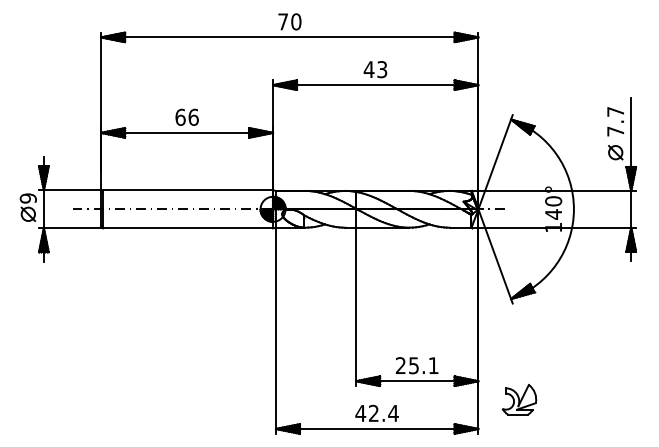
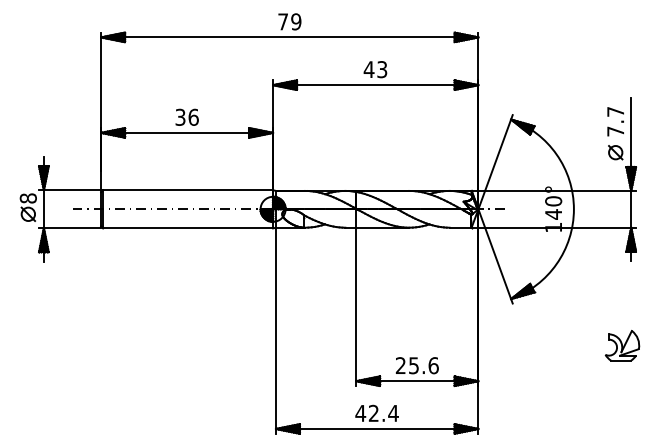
text at (296, 21): 70 -> 79
text at (180, 116): 66 -> 36
text at (28, 198): 9 -> 8
text at (433, 365): 25.1 -> 25.6
part at (519, 399) position: (519, 399) -> (622, 345)
